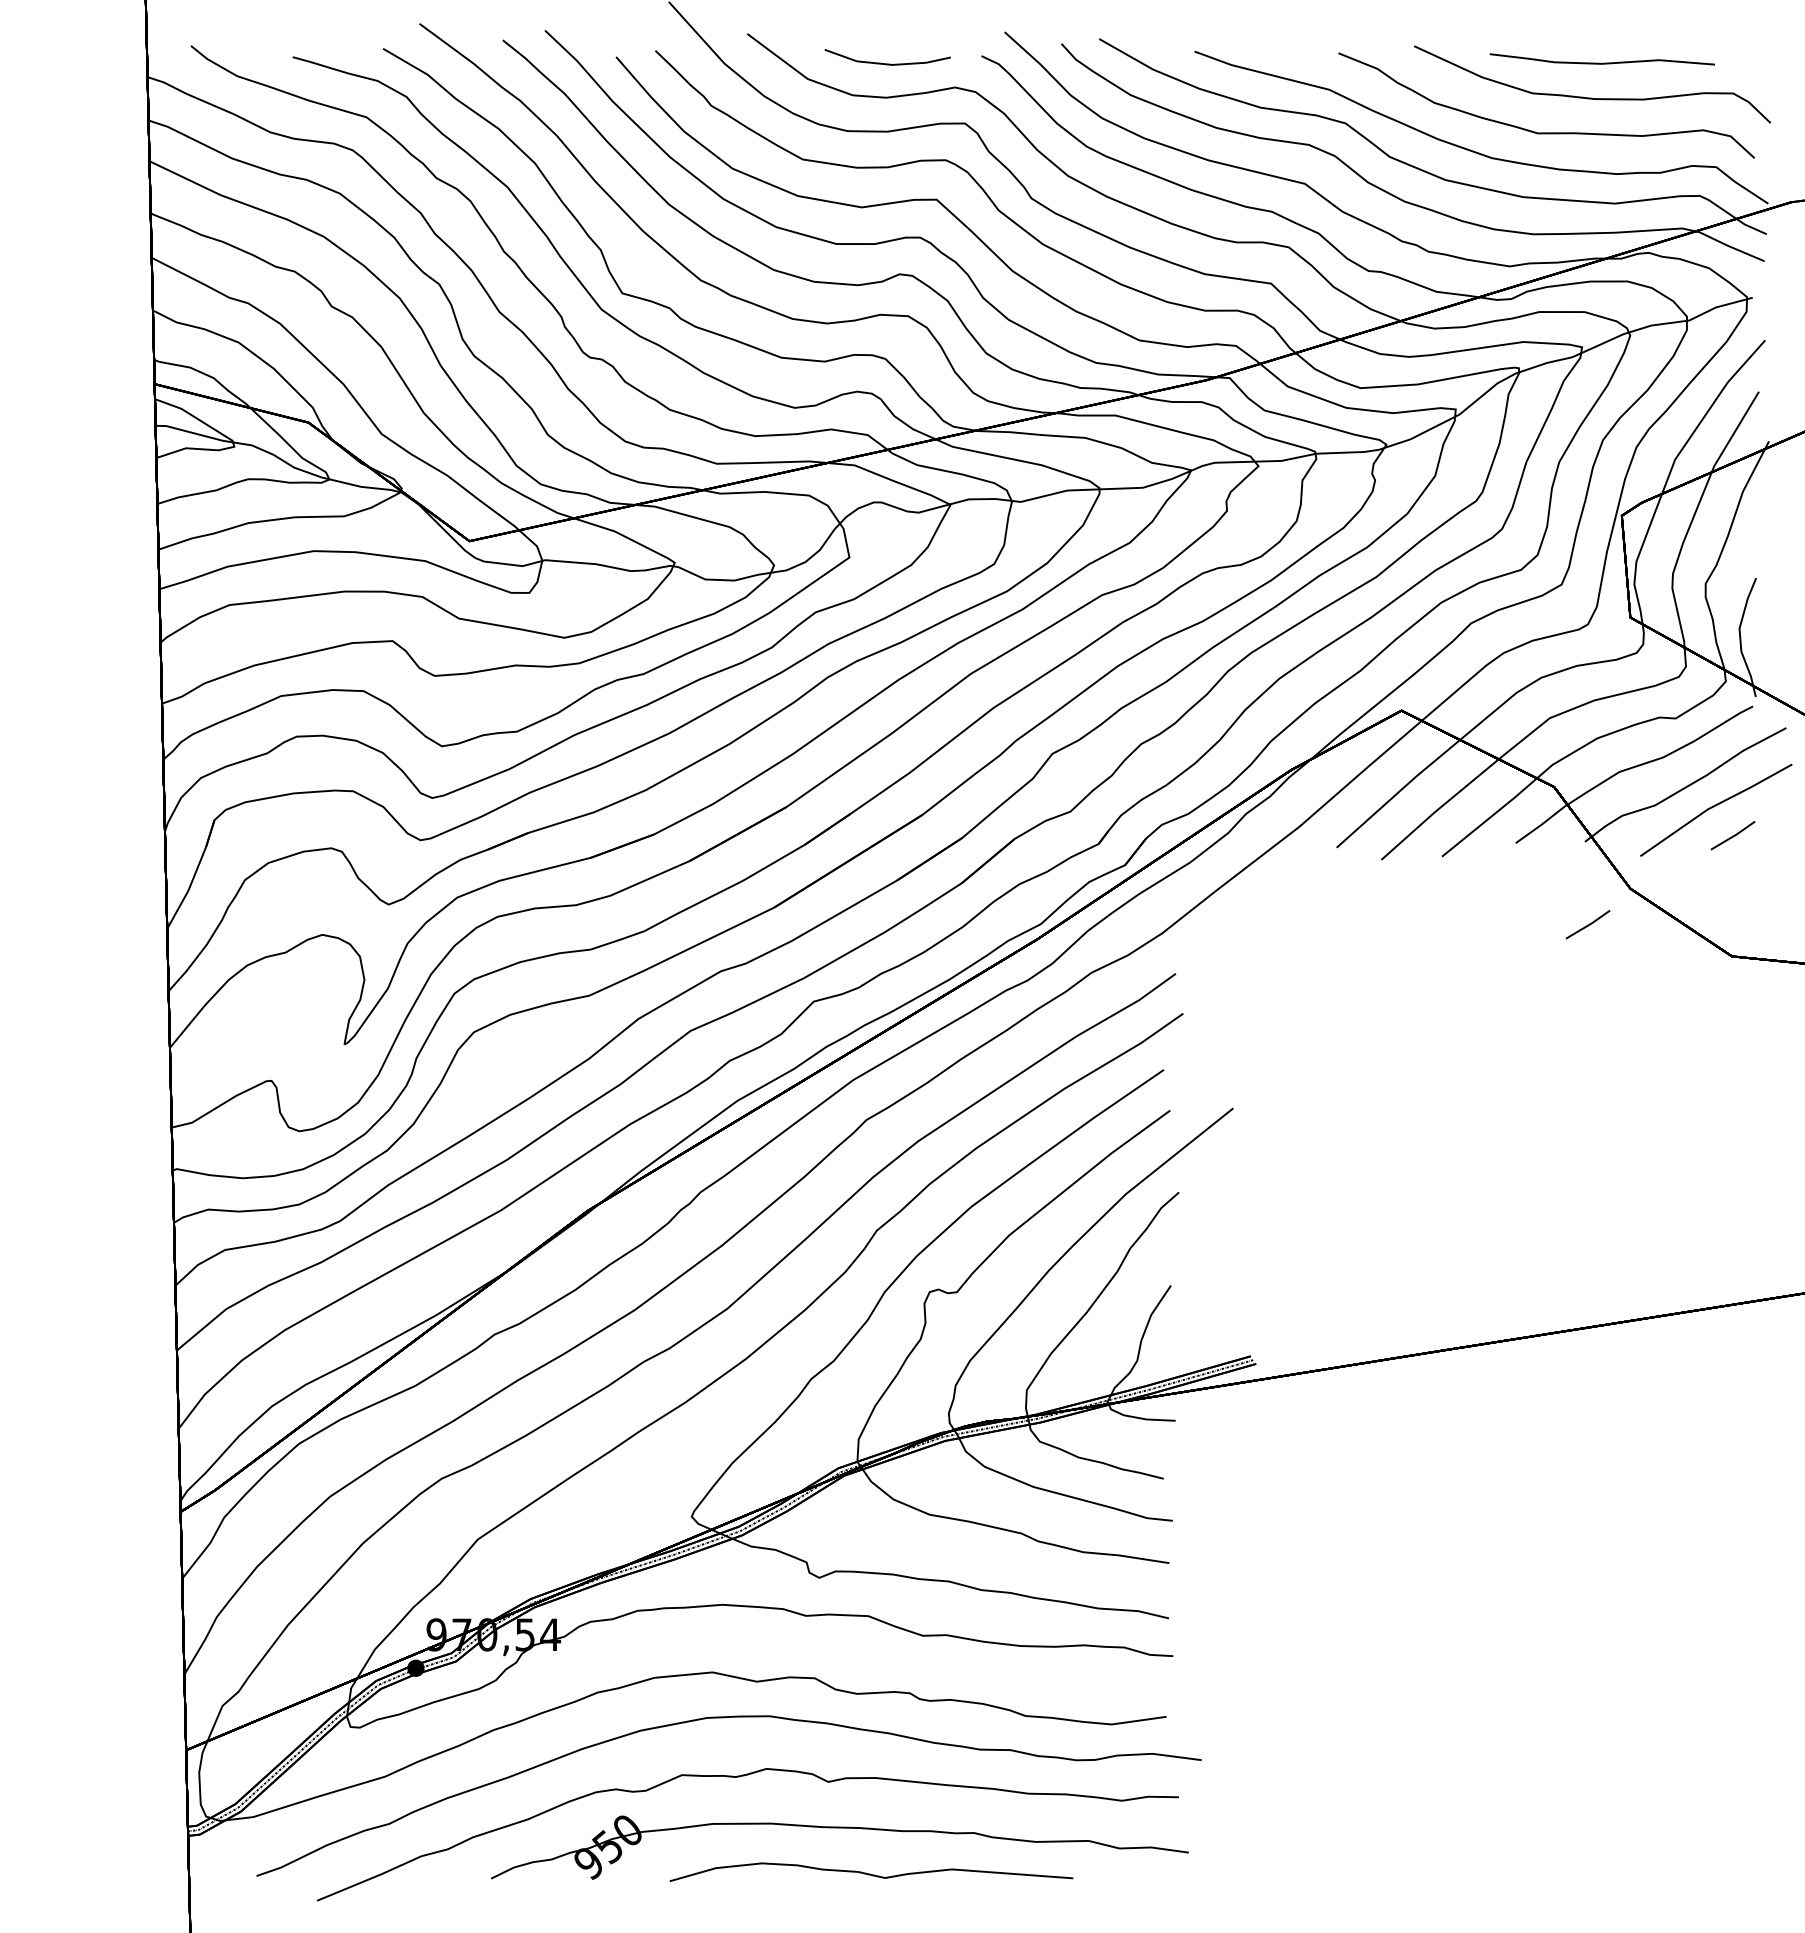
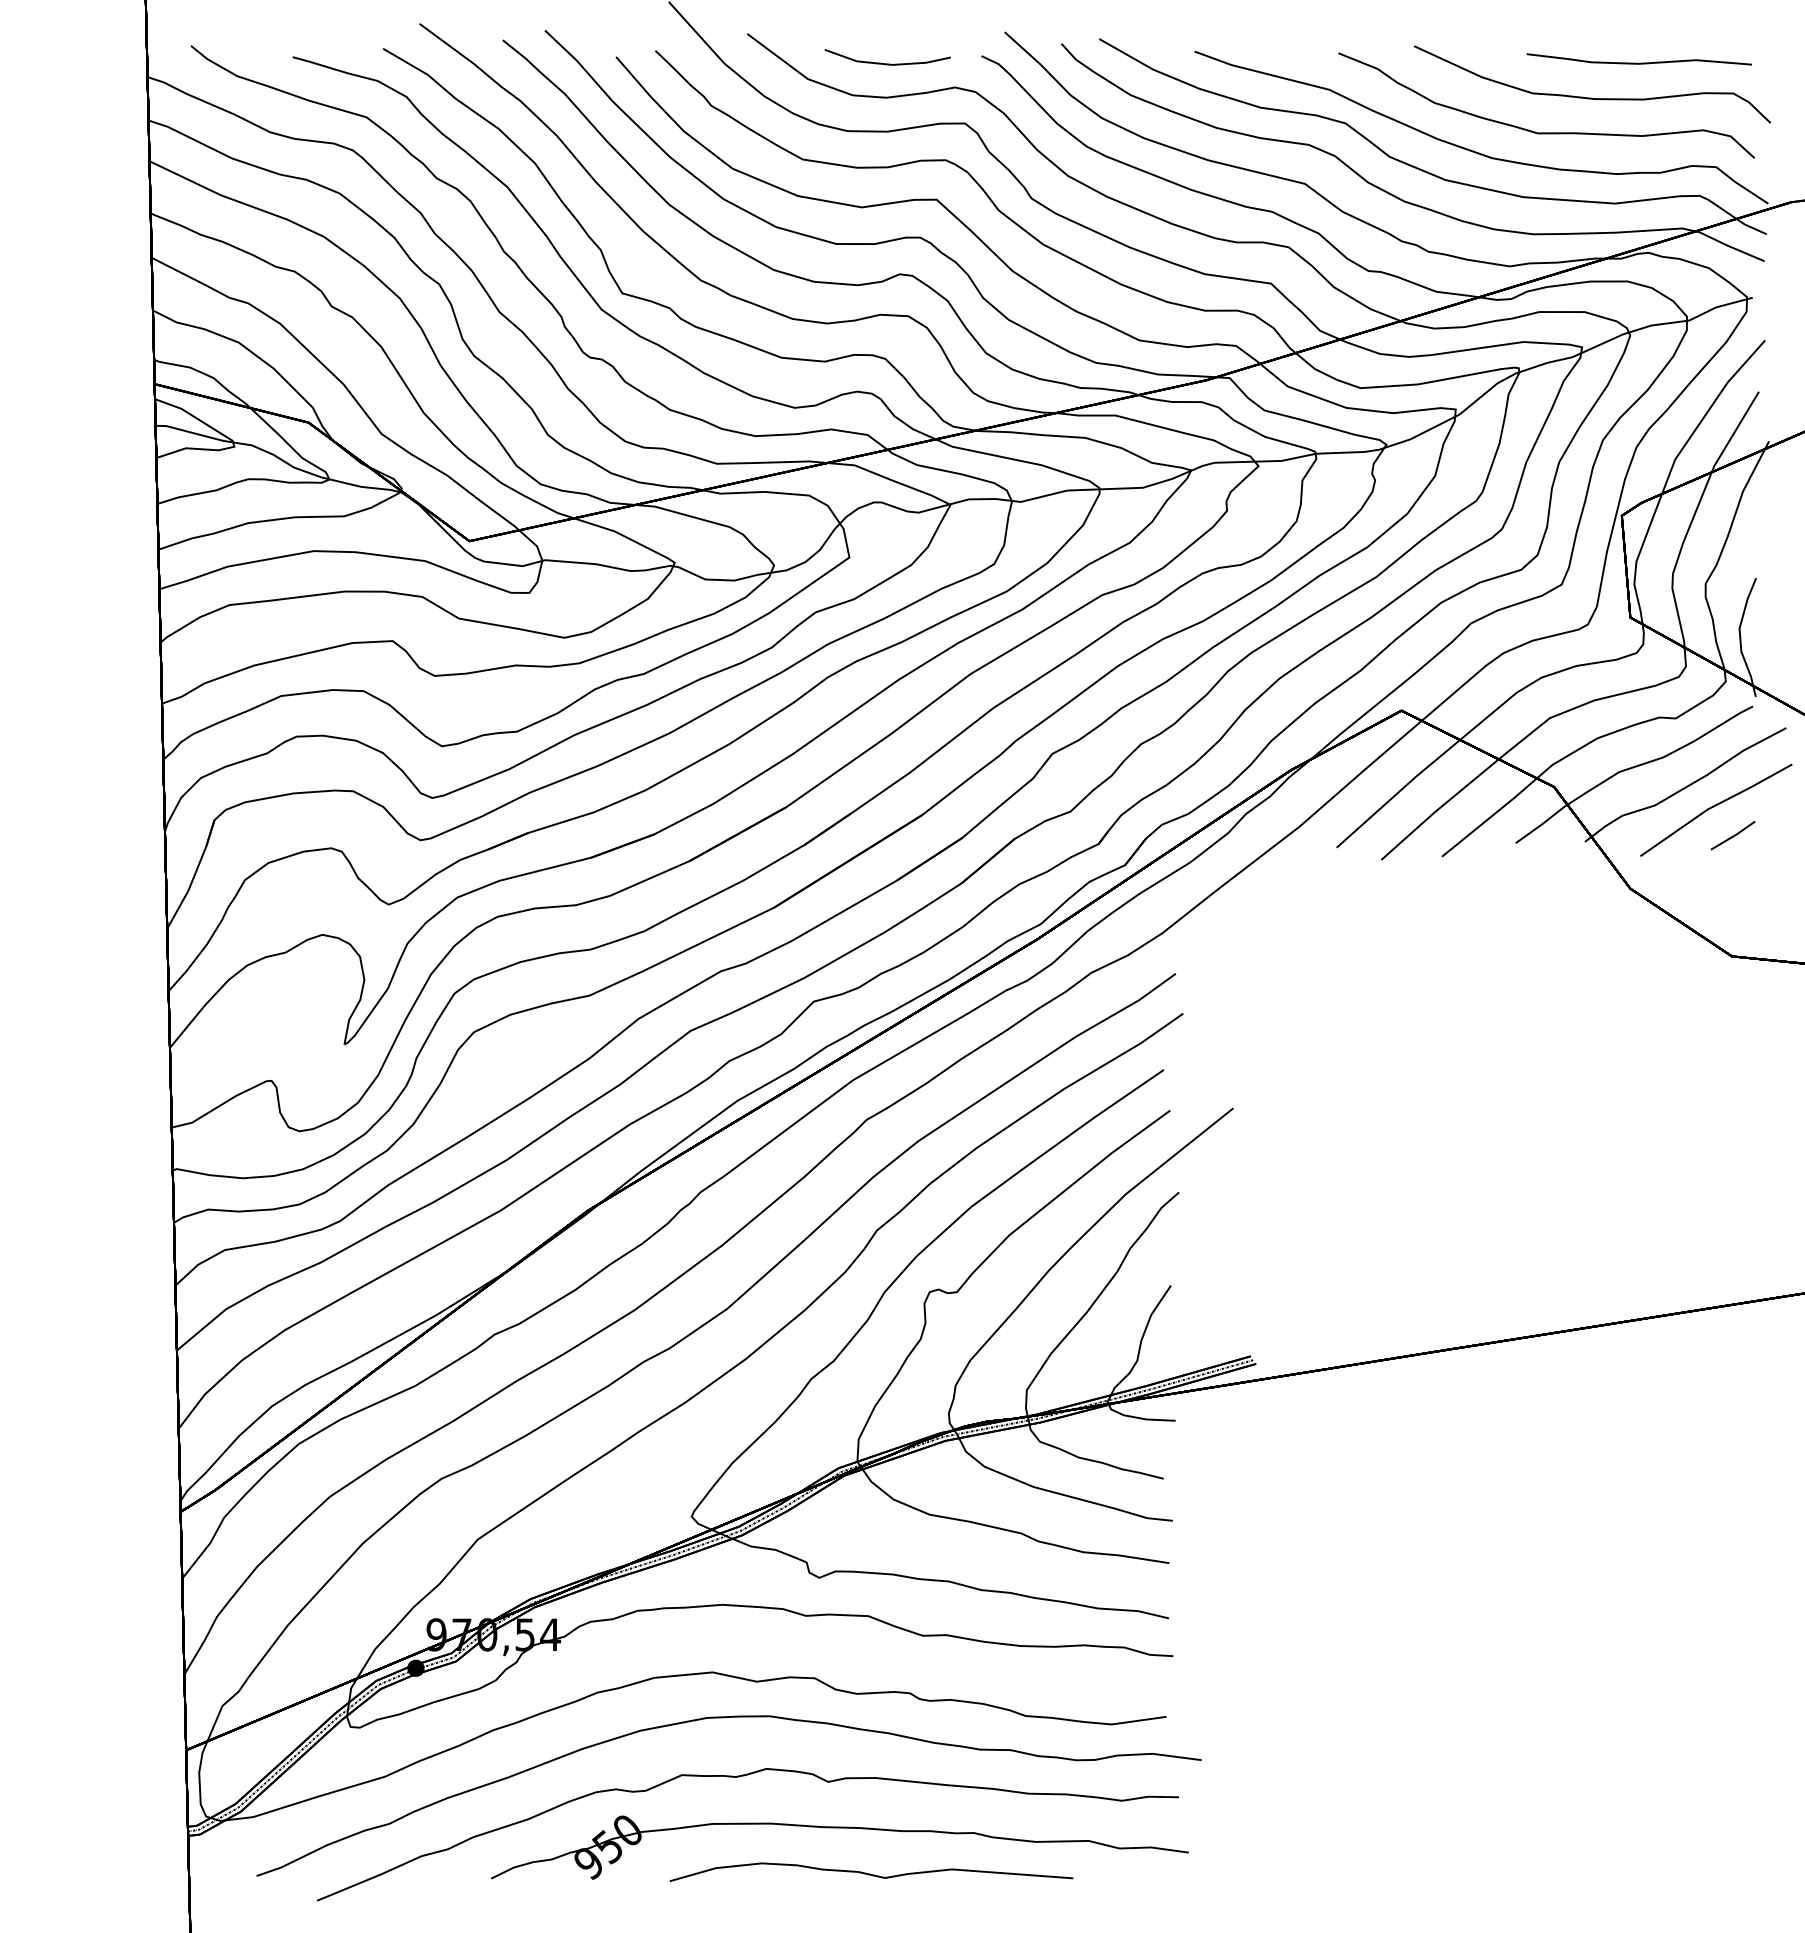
curve at (1600, 62) position: (1600, 62) -> (1637, 62)
line at (1587, 924): present -> none
